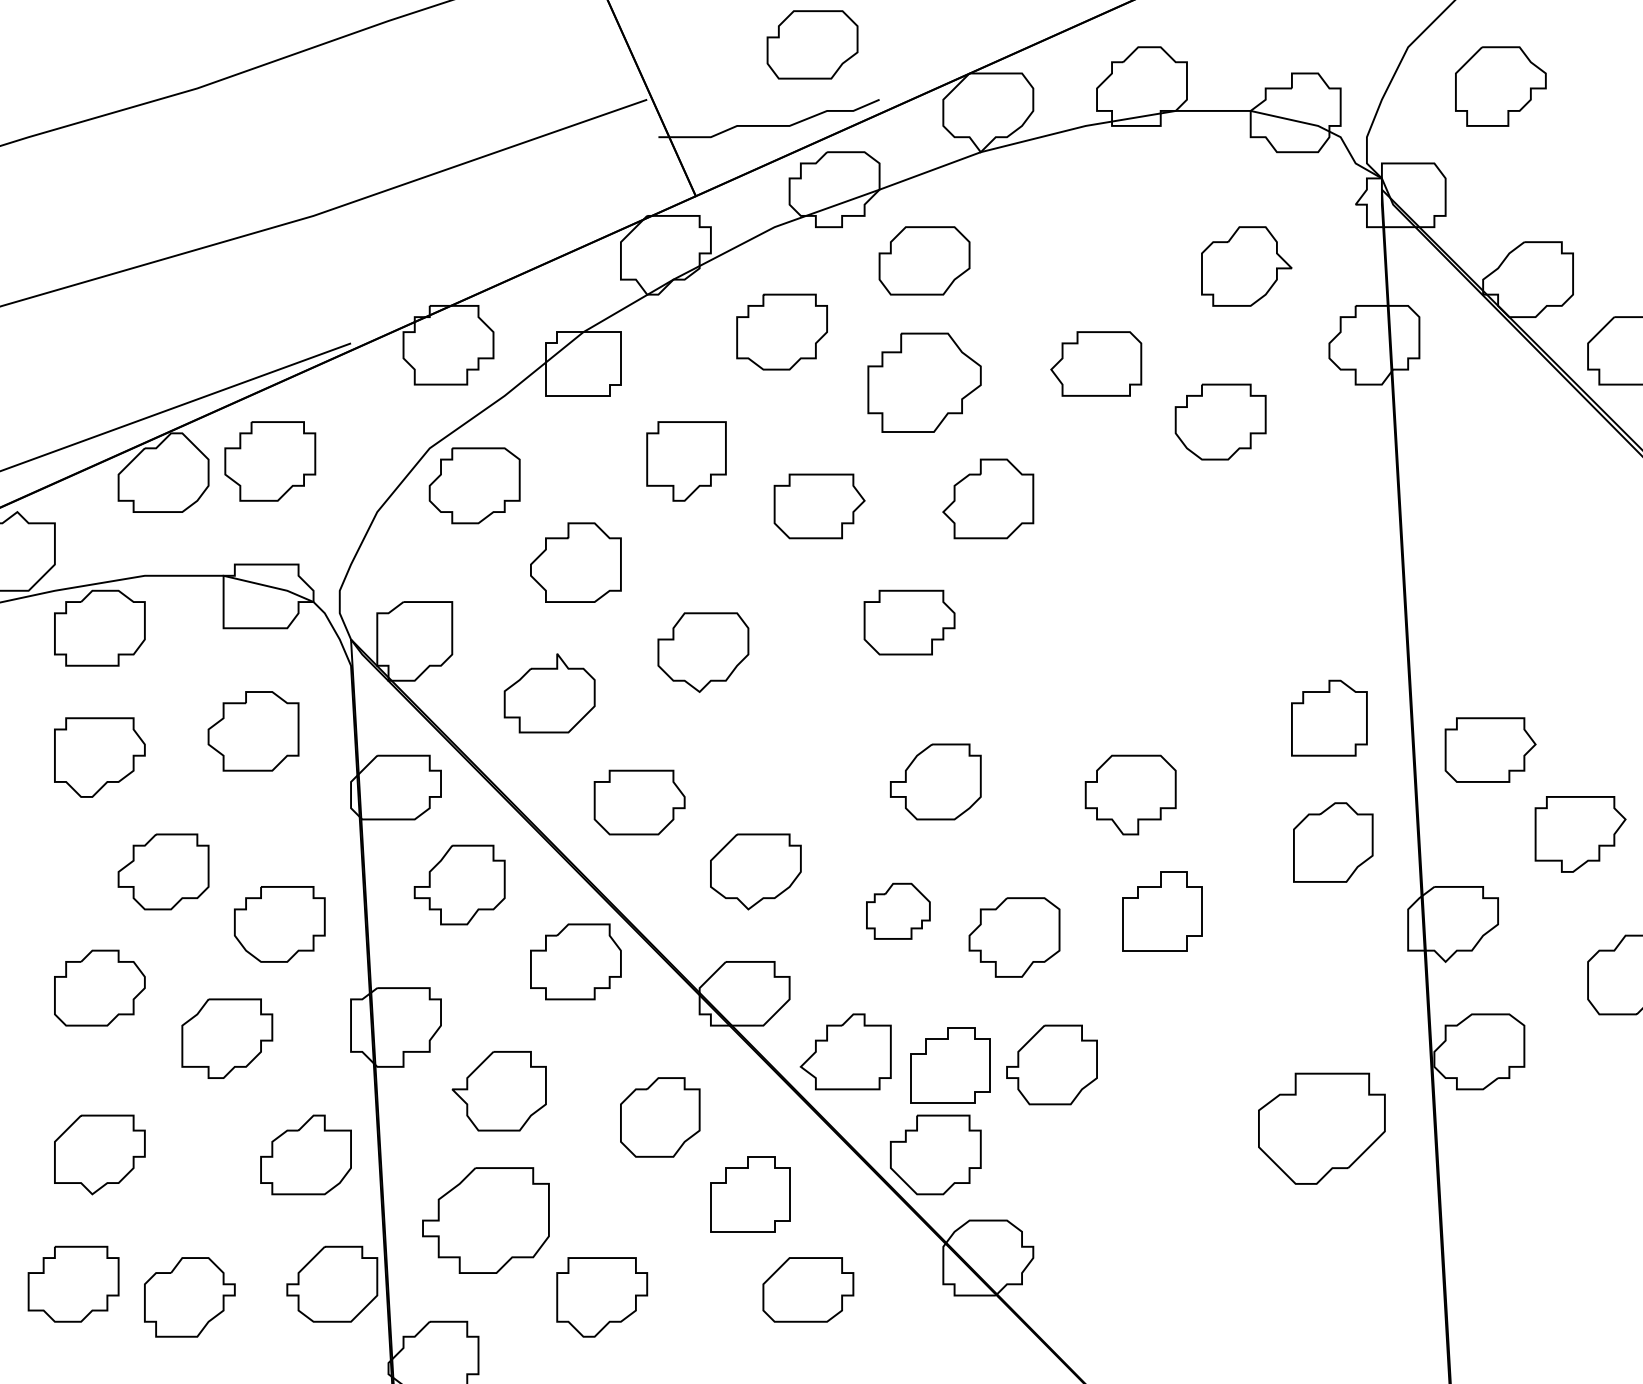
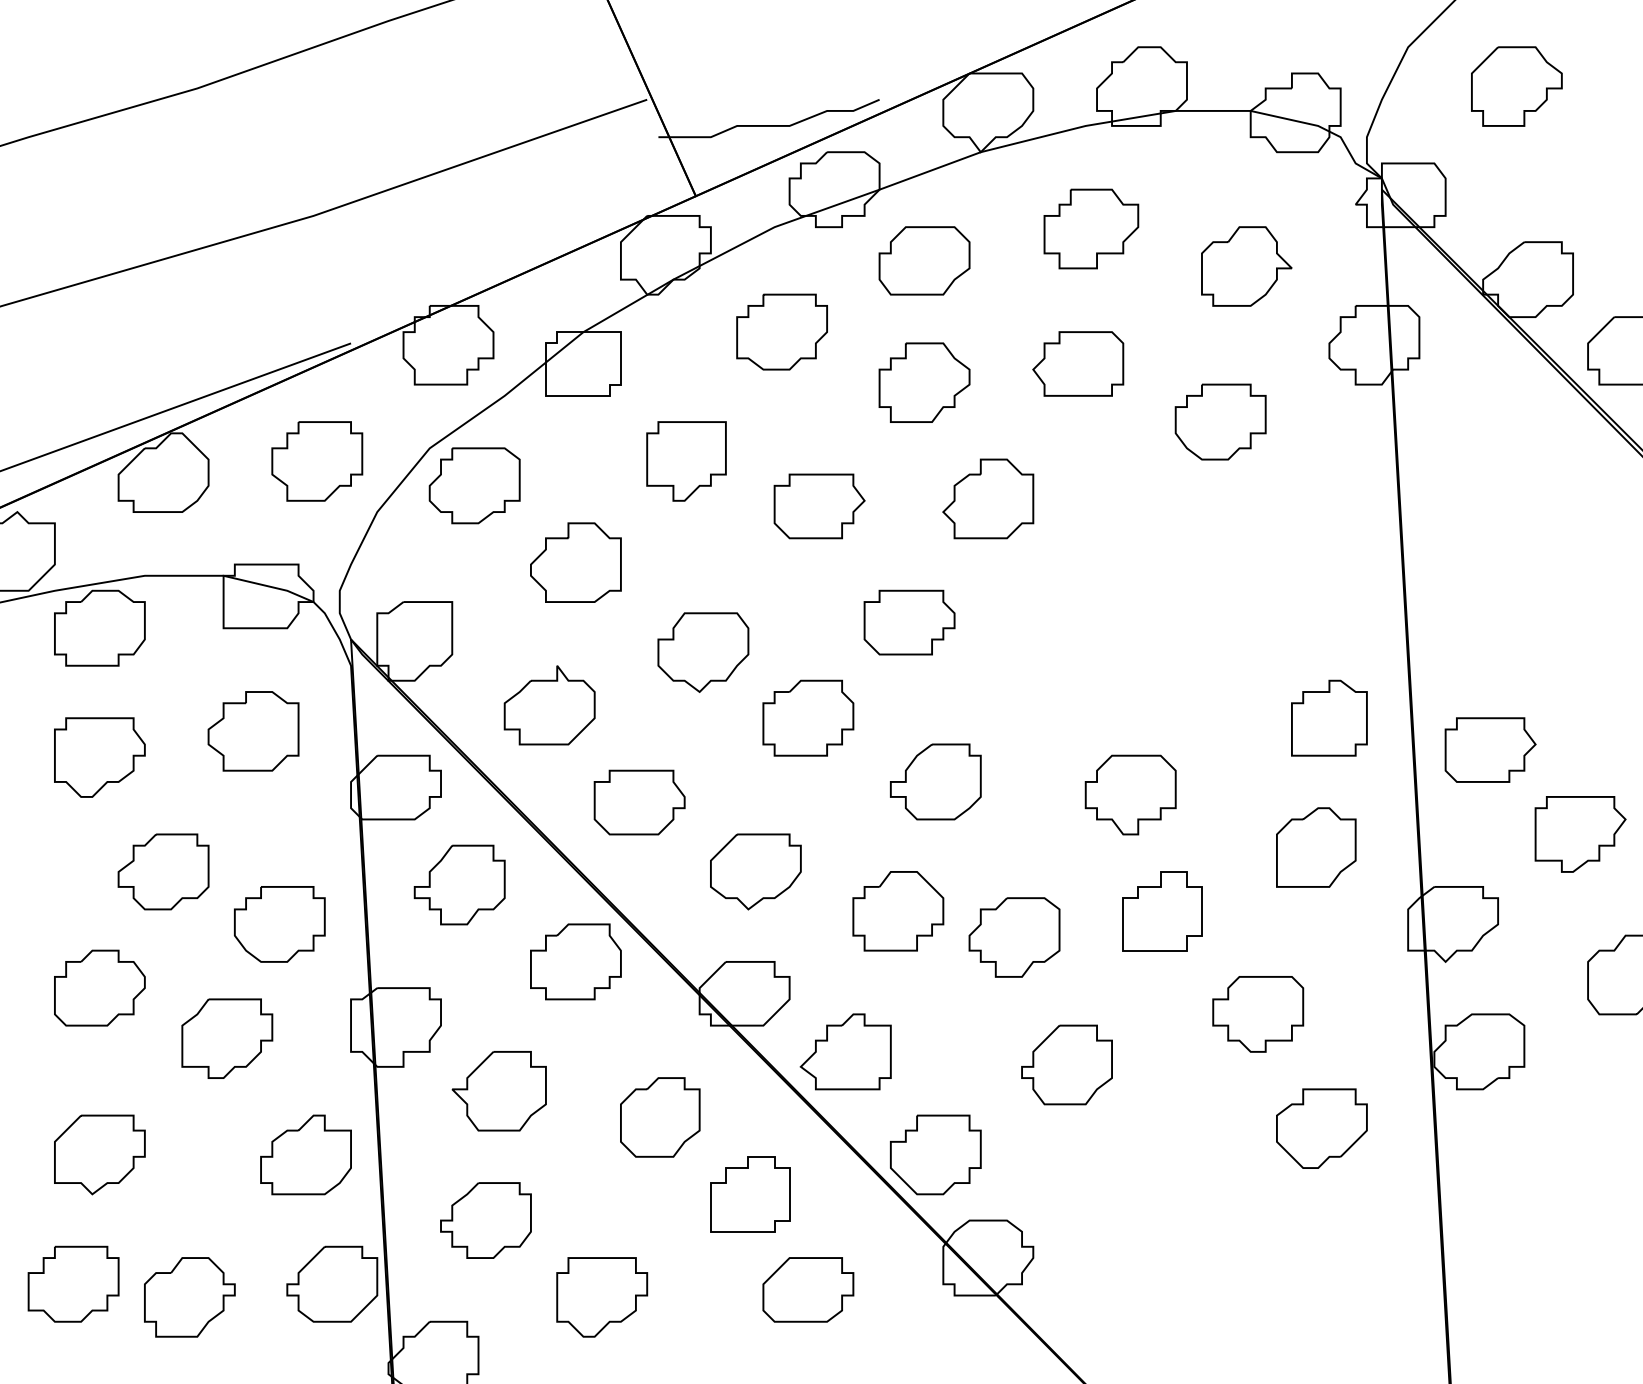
part at (812, 44): present -> none
part at (1500, 86) position: (1500, 86) -> (1516, 86)
part at (1091, 228): none -> present
part at (1096, 363) position: (1096, 363) -> (1078, 363)
part at (924, 382) size: 115x101 px -> 93x81 px
part at (270, 461) position: (270, 461) -> (317, 461)
part at (549, 693) position: (549, 693) -> (549, 705)
part at (808, 717): none -> present
part at (1333, 842) position: (1333, 842) -> (1316, 847)
part at (898, 910) size: 65x58 px -> 93x81 px
part at (1258, 1014): none -> present
part at (1051, 1064) position: (1051, 1064) -> (1066, 1064)
part at (950, 1065): present -> none
part at (1321, 1128) size: 128x113 px -> 92x81 px
part at (485, 1220) size: 128x107 px -> 92x77 px
